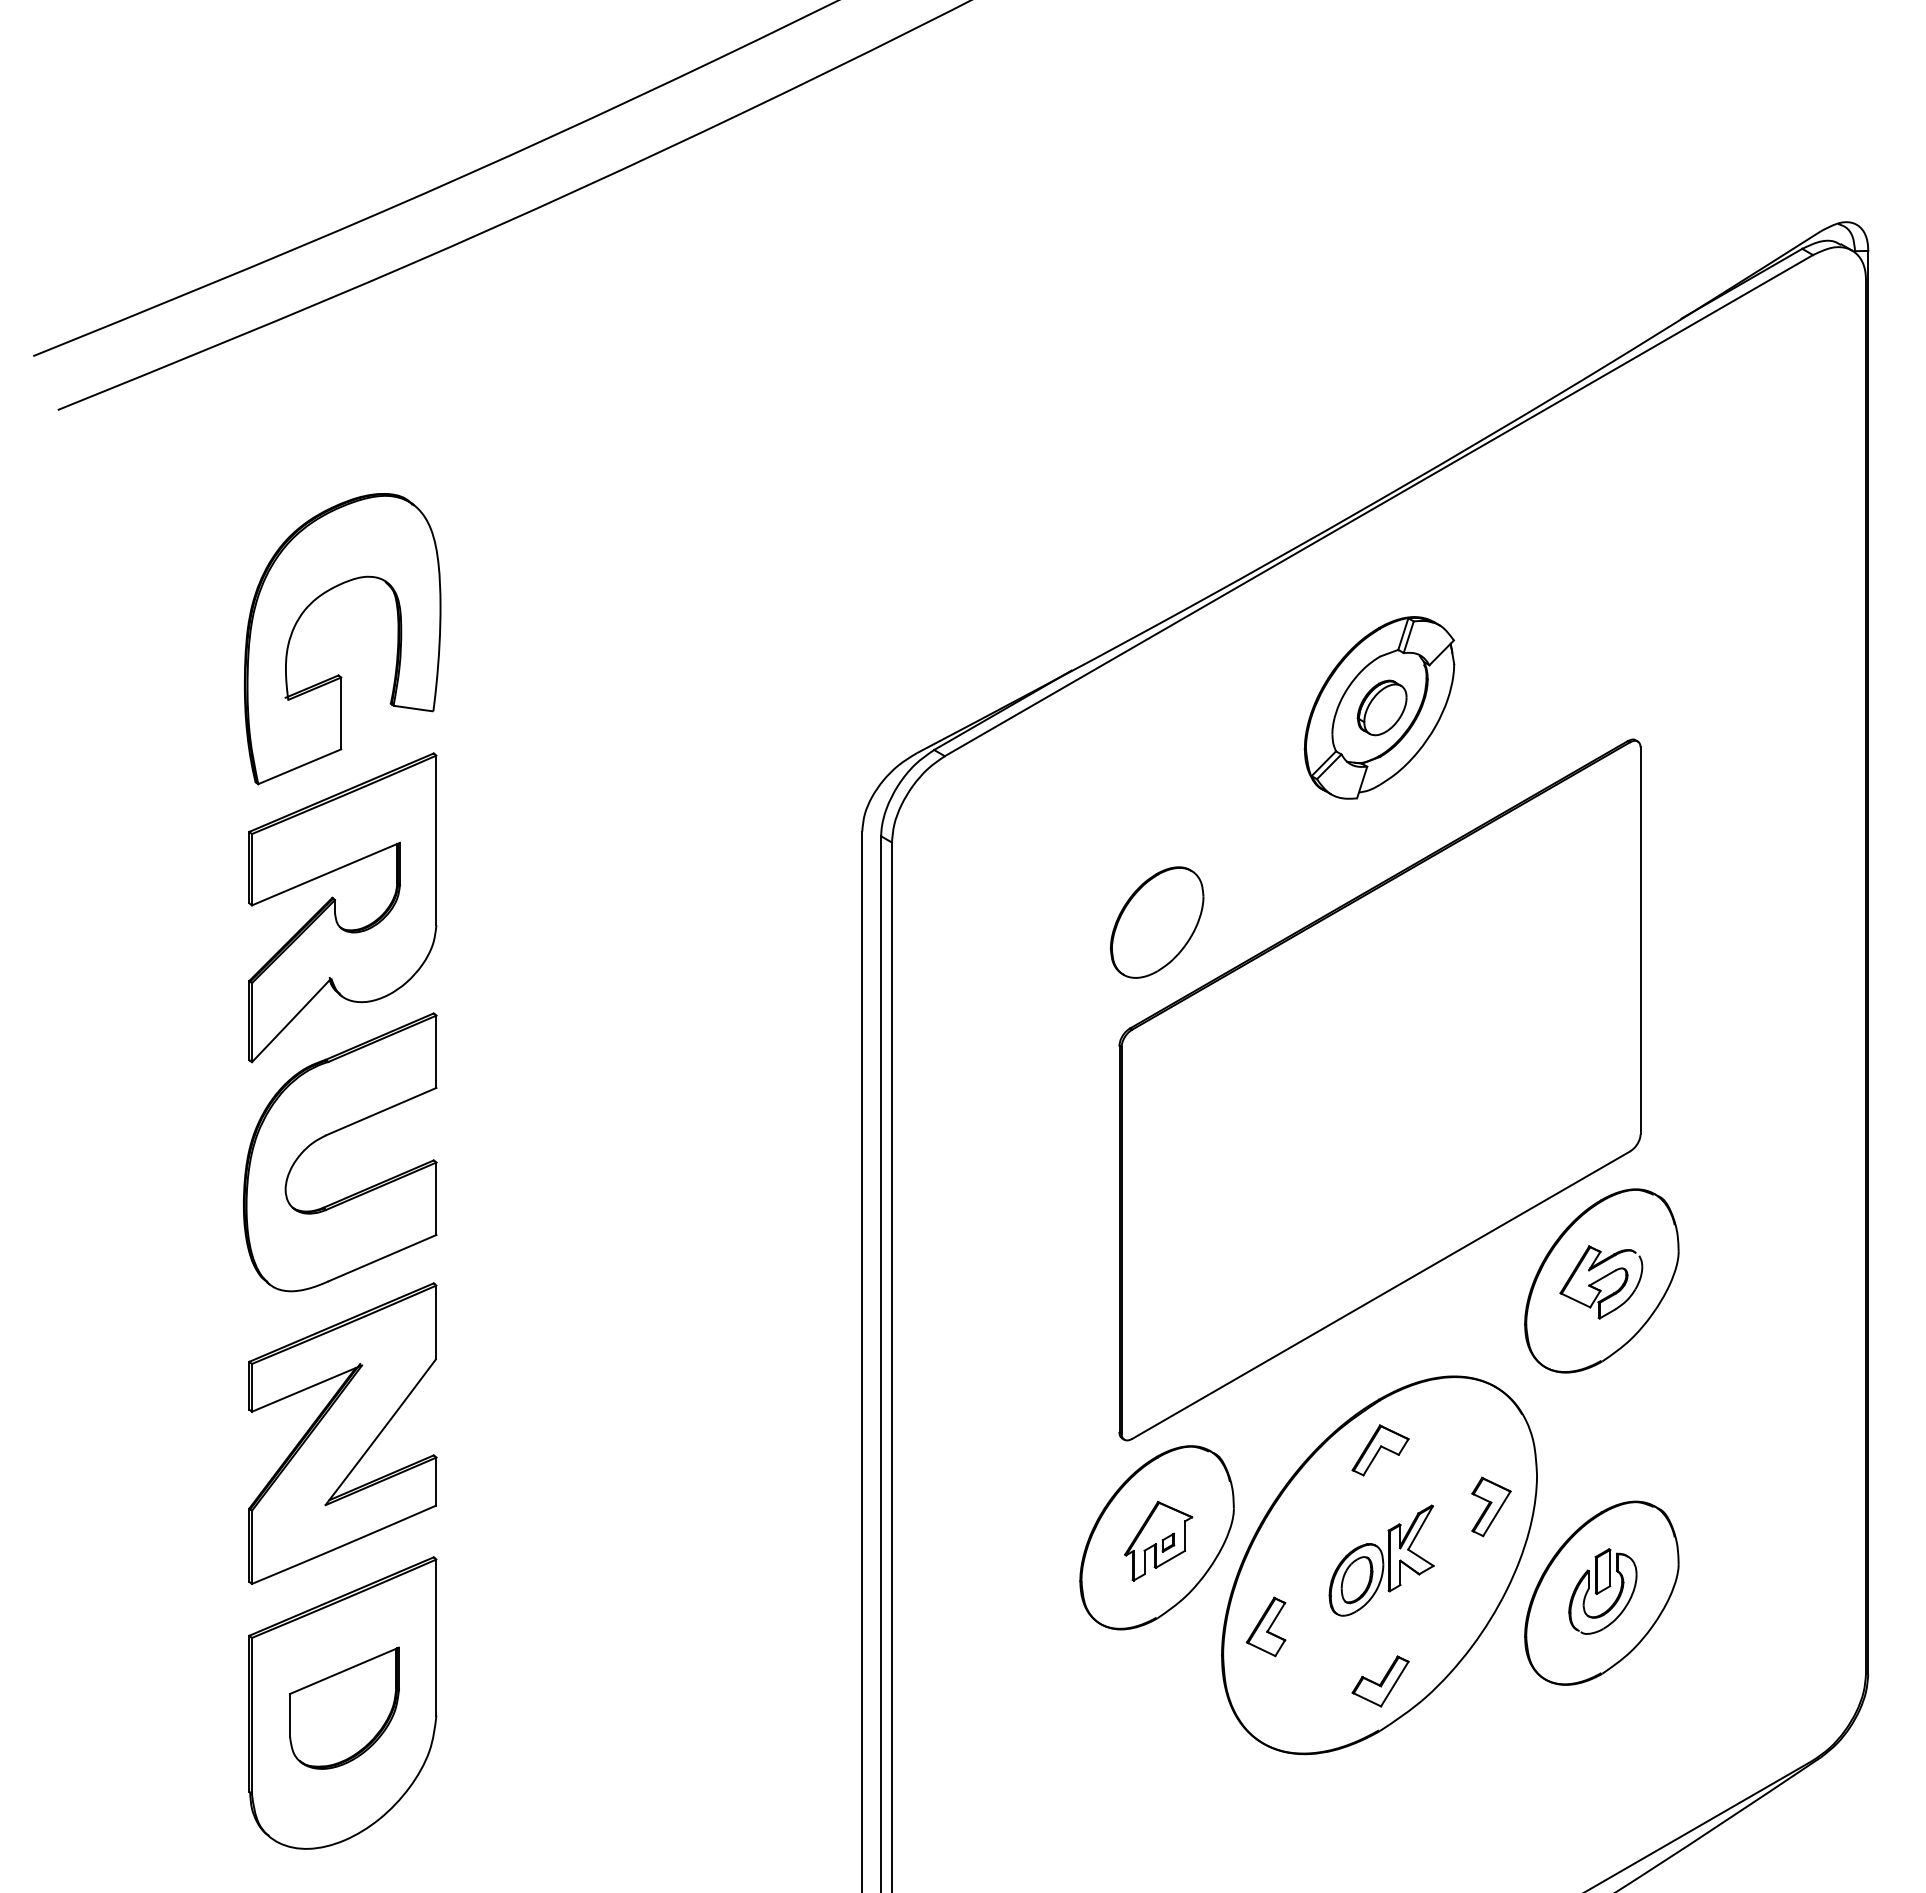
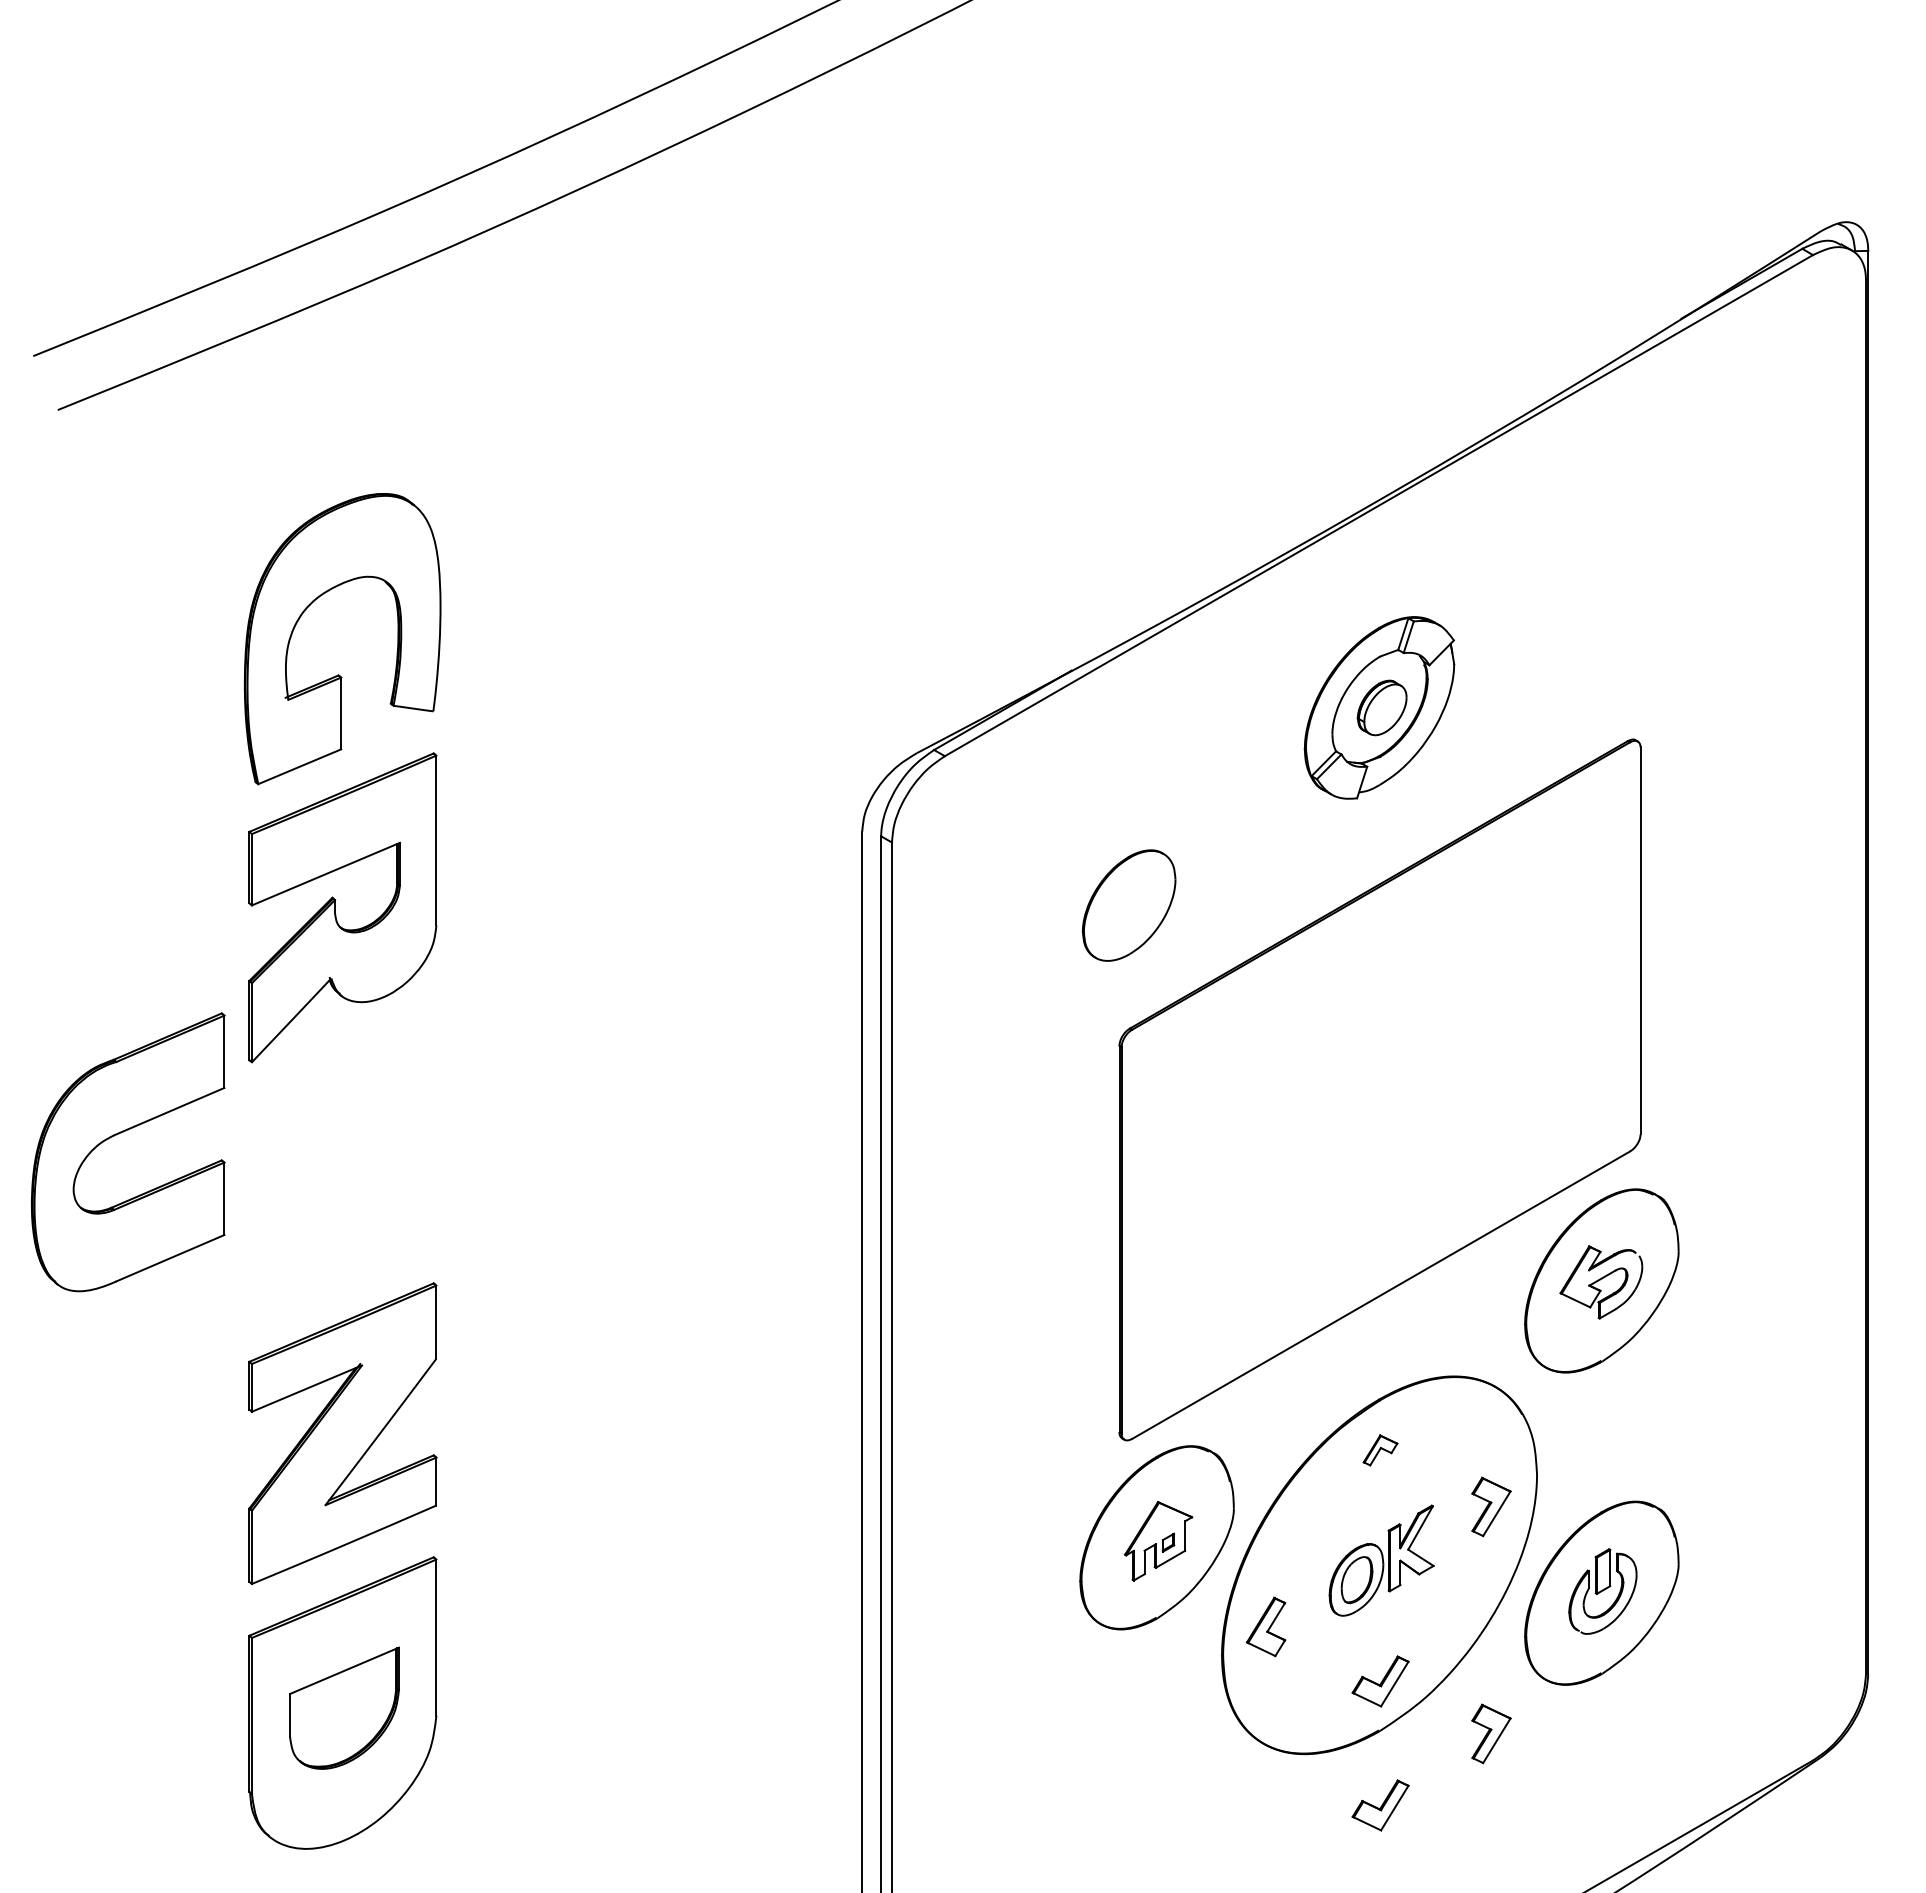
part at (1156, 922) position: (1156, 922) -> (1128, 905)
part at (333, 1133) position: (333, 1133) -> (121, 1133)
part at (1380, 1450) size: 59x53 px -> 37x33 px
part at (1491, 1733): none -> present
part at (1380, 1805): none -> present
